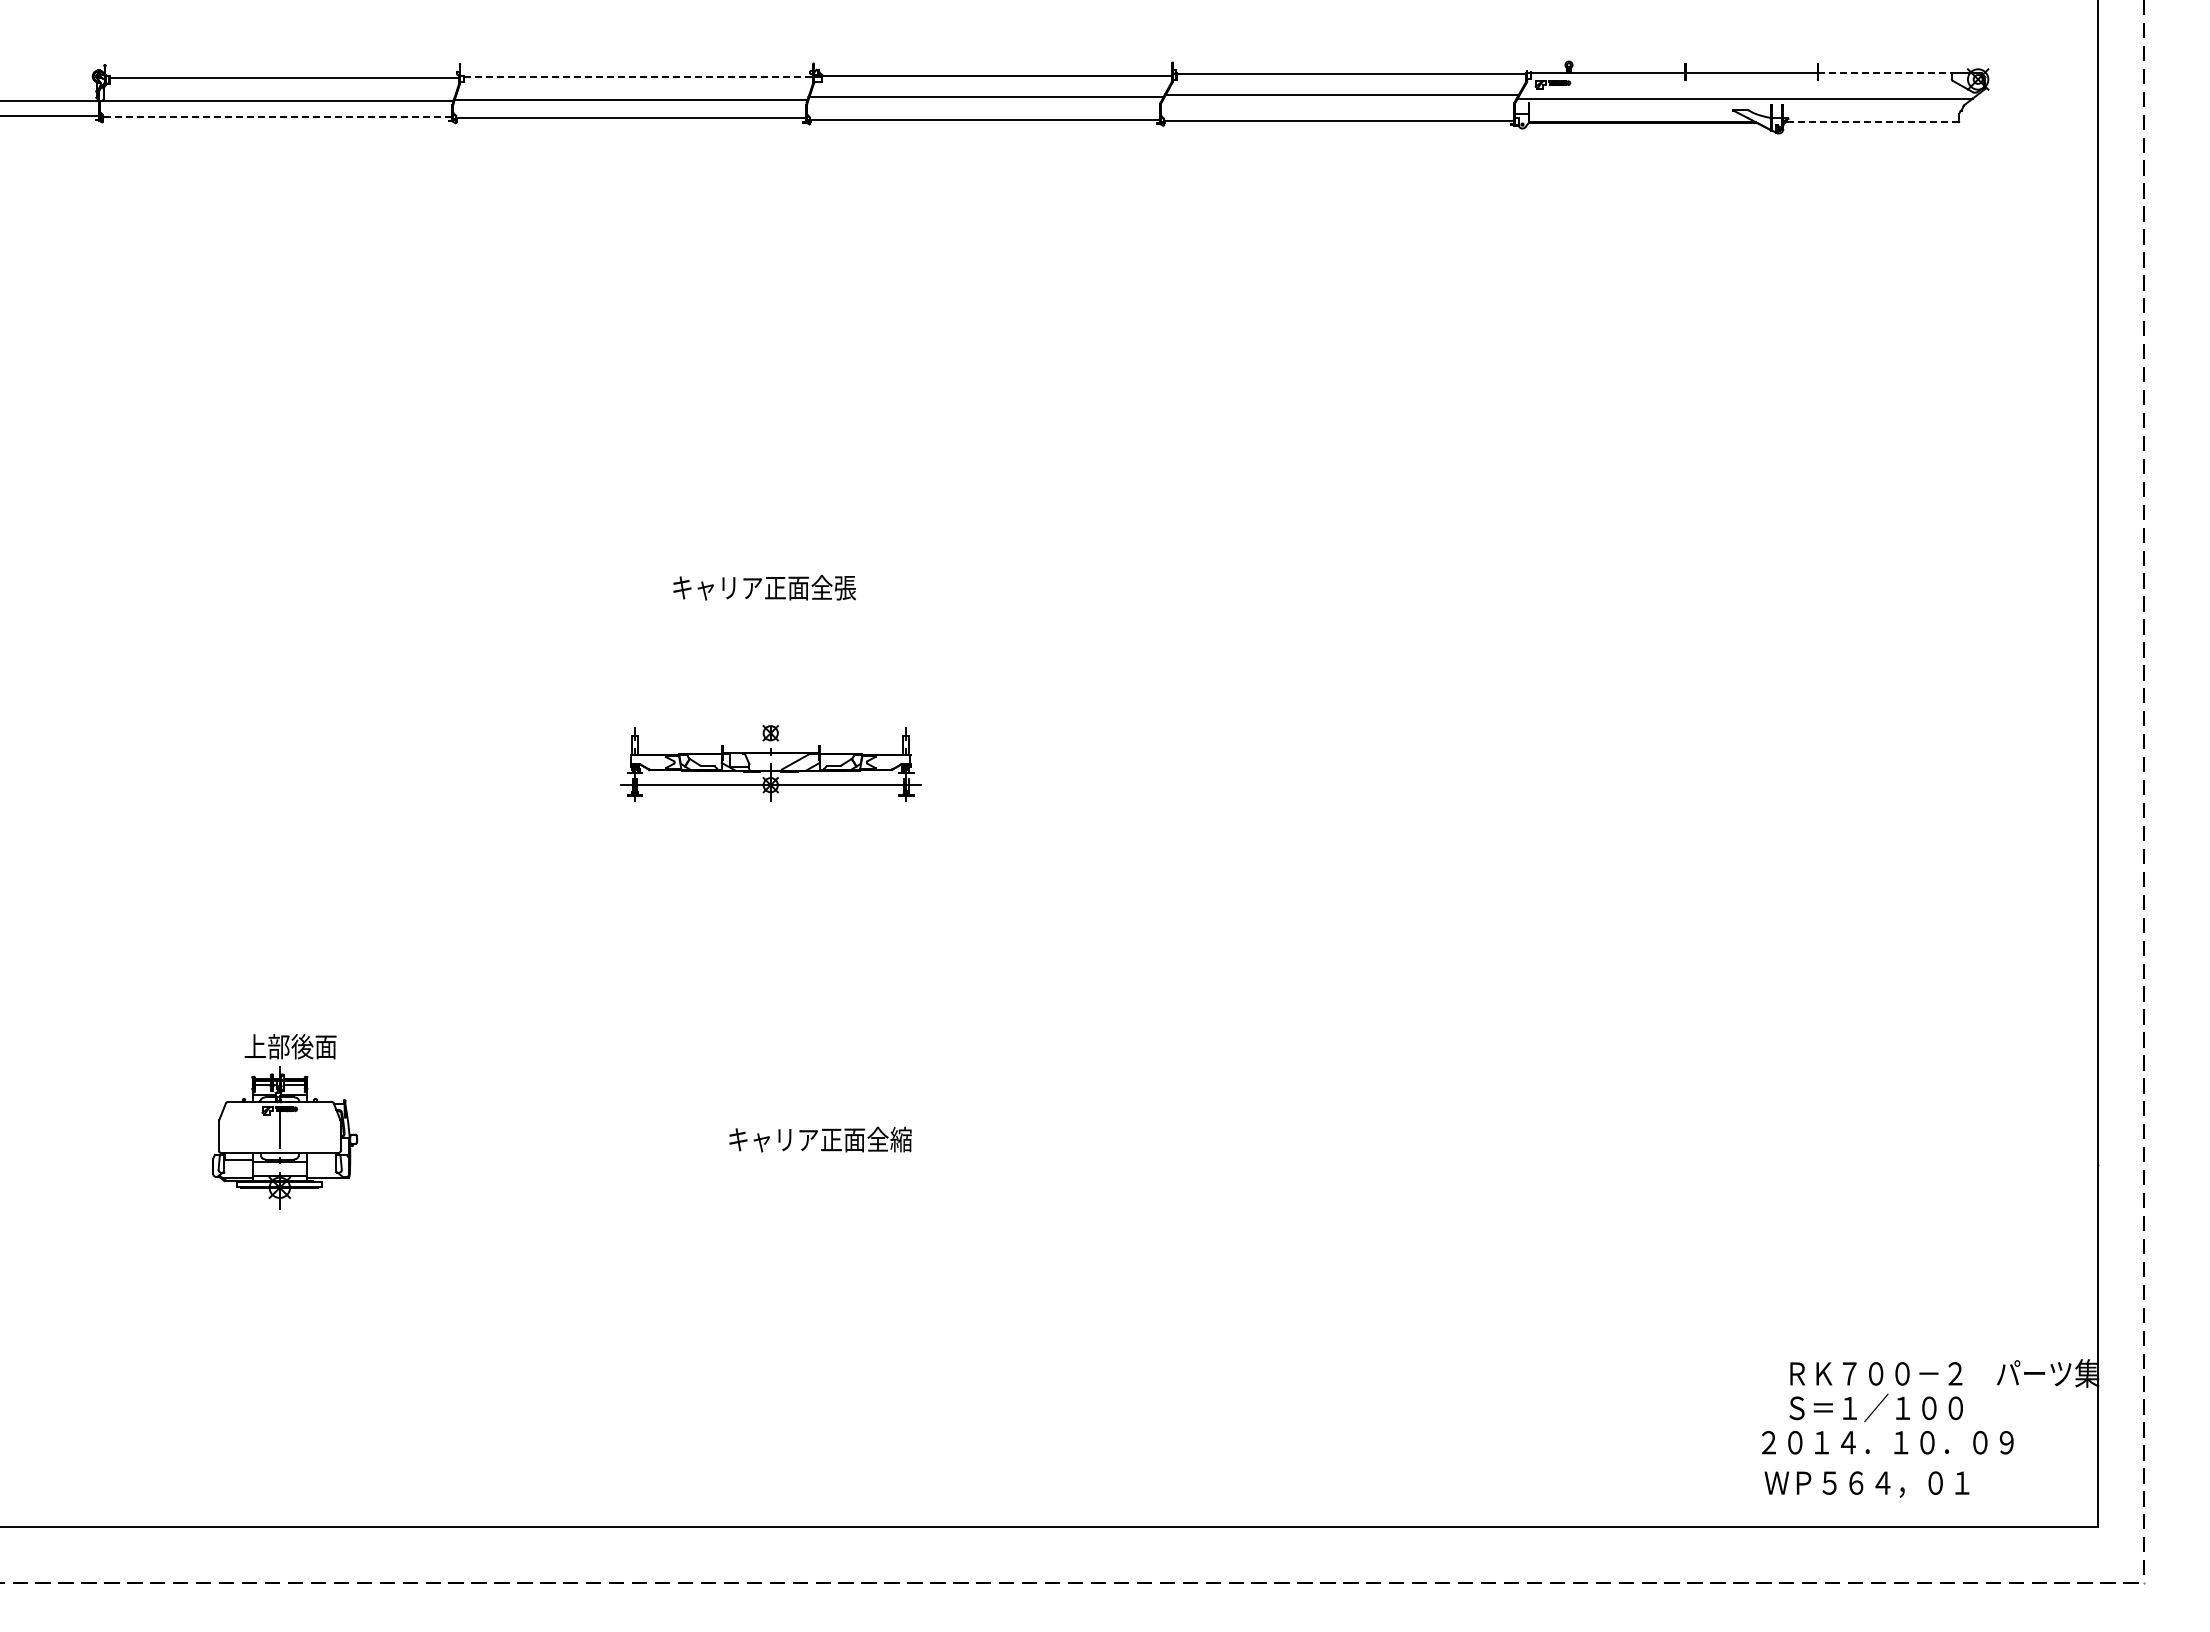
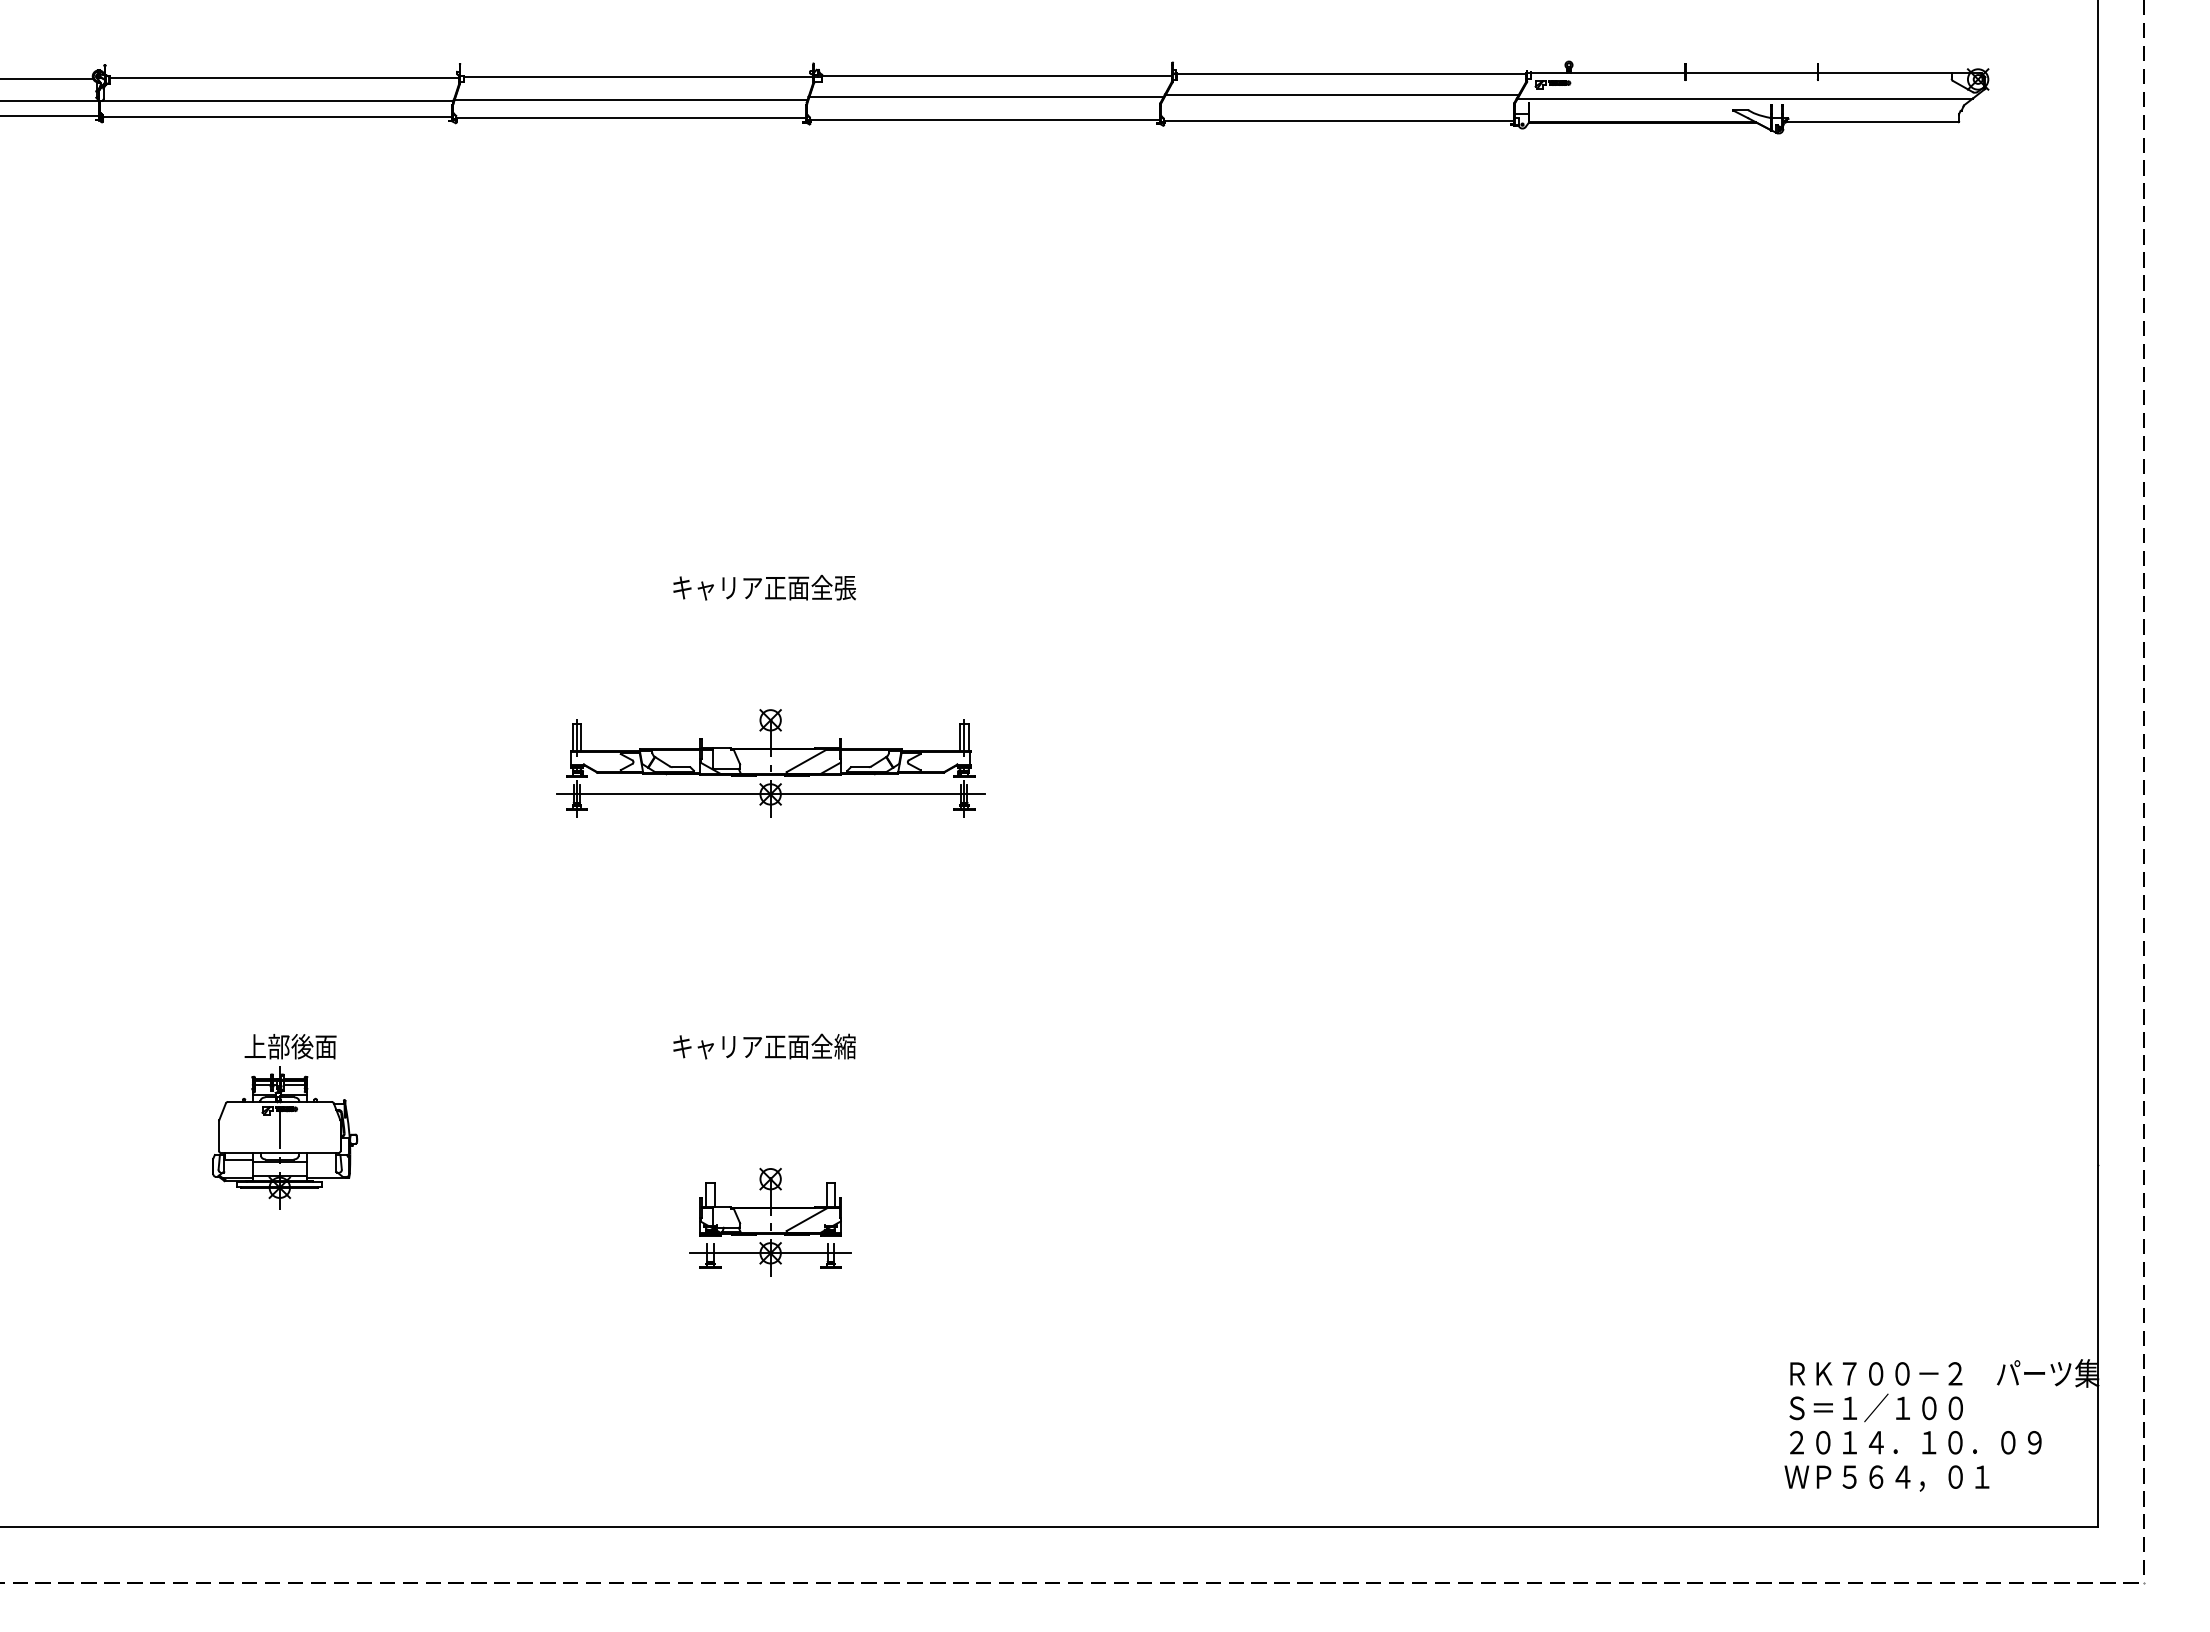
line at (1885, 73): dashed -> solid
line at (638, 76): dashed -> solid
line at (47, 78): none -> present
line at (277, 117): dashed -> solid
line at (1873, 122): dashed -> solid
part at (770, 763) size: 302x77 px -> 430x109 px
text at (820, 1139) position: (820, 1139) -> (764, 1046)
part at (770, 1221): none -> present
text at (1887, 1442) position: (1887, 1442) -> (1915, 1442)
text at (1866, 1484) position: (1866, 1484) -> (1886, 1478)
